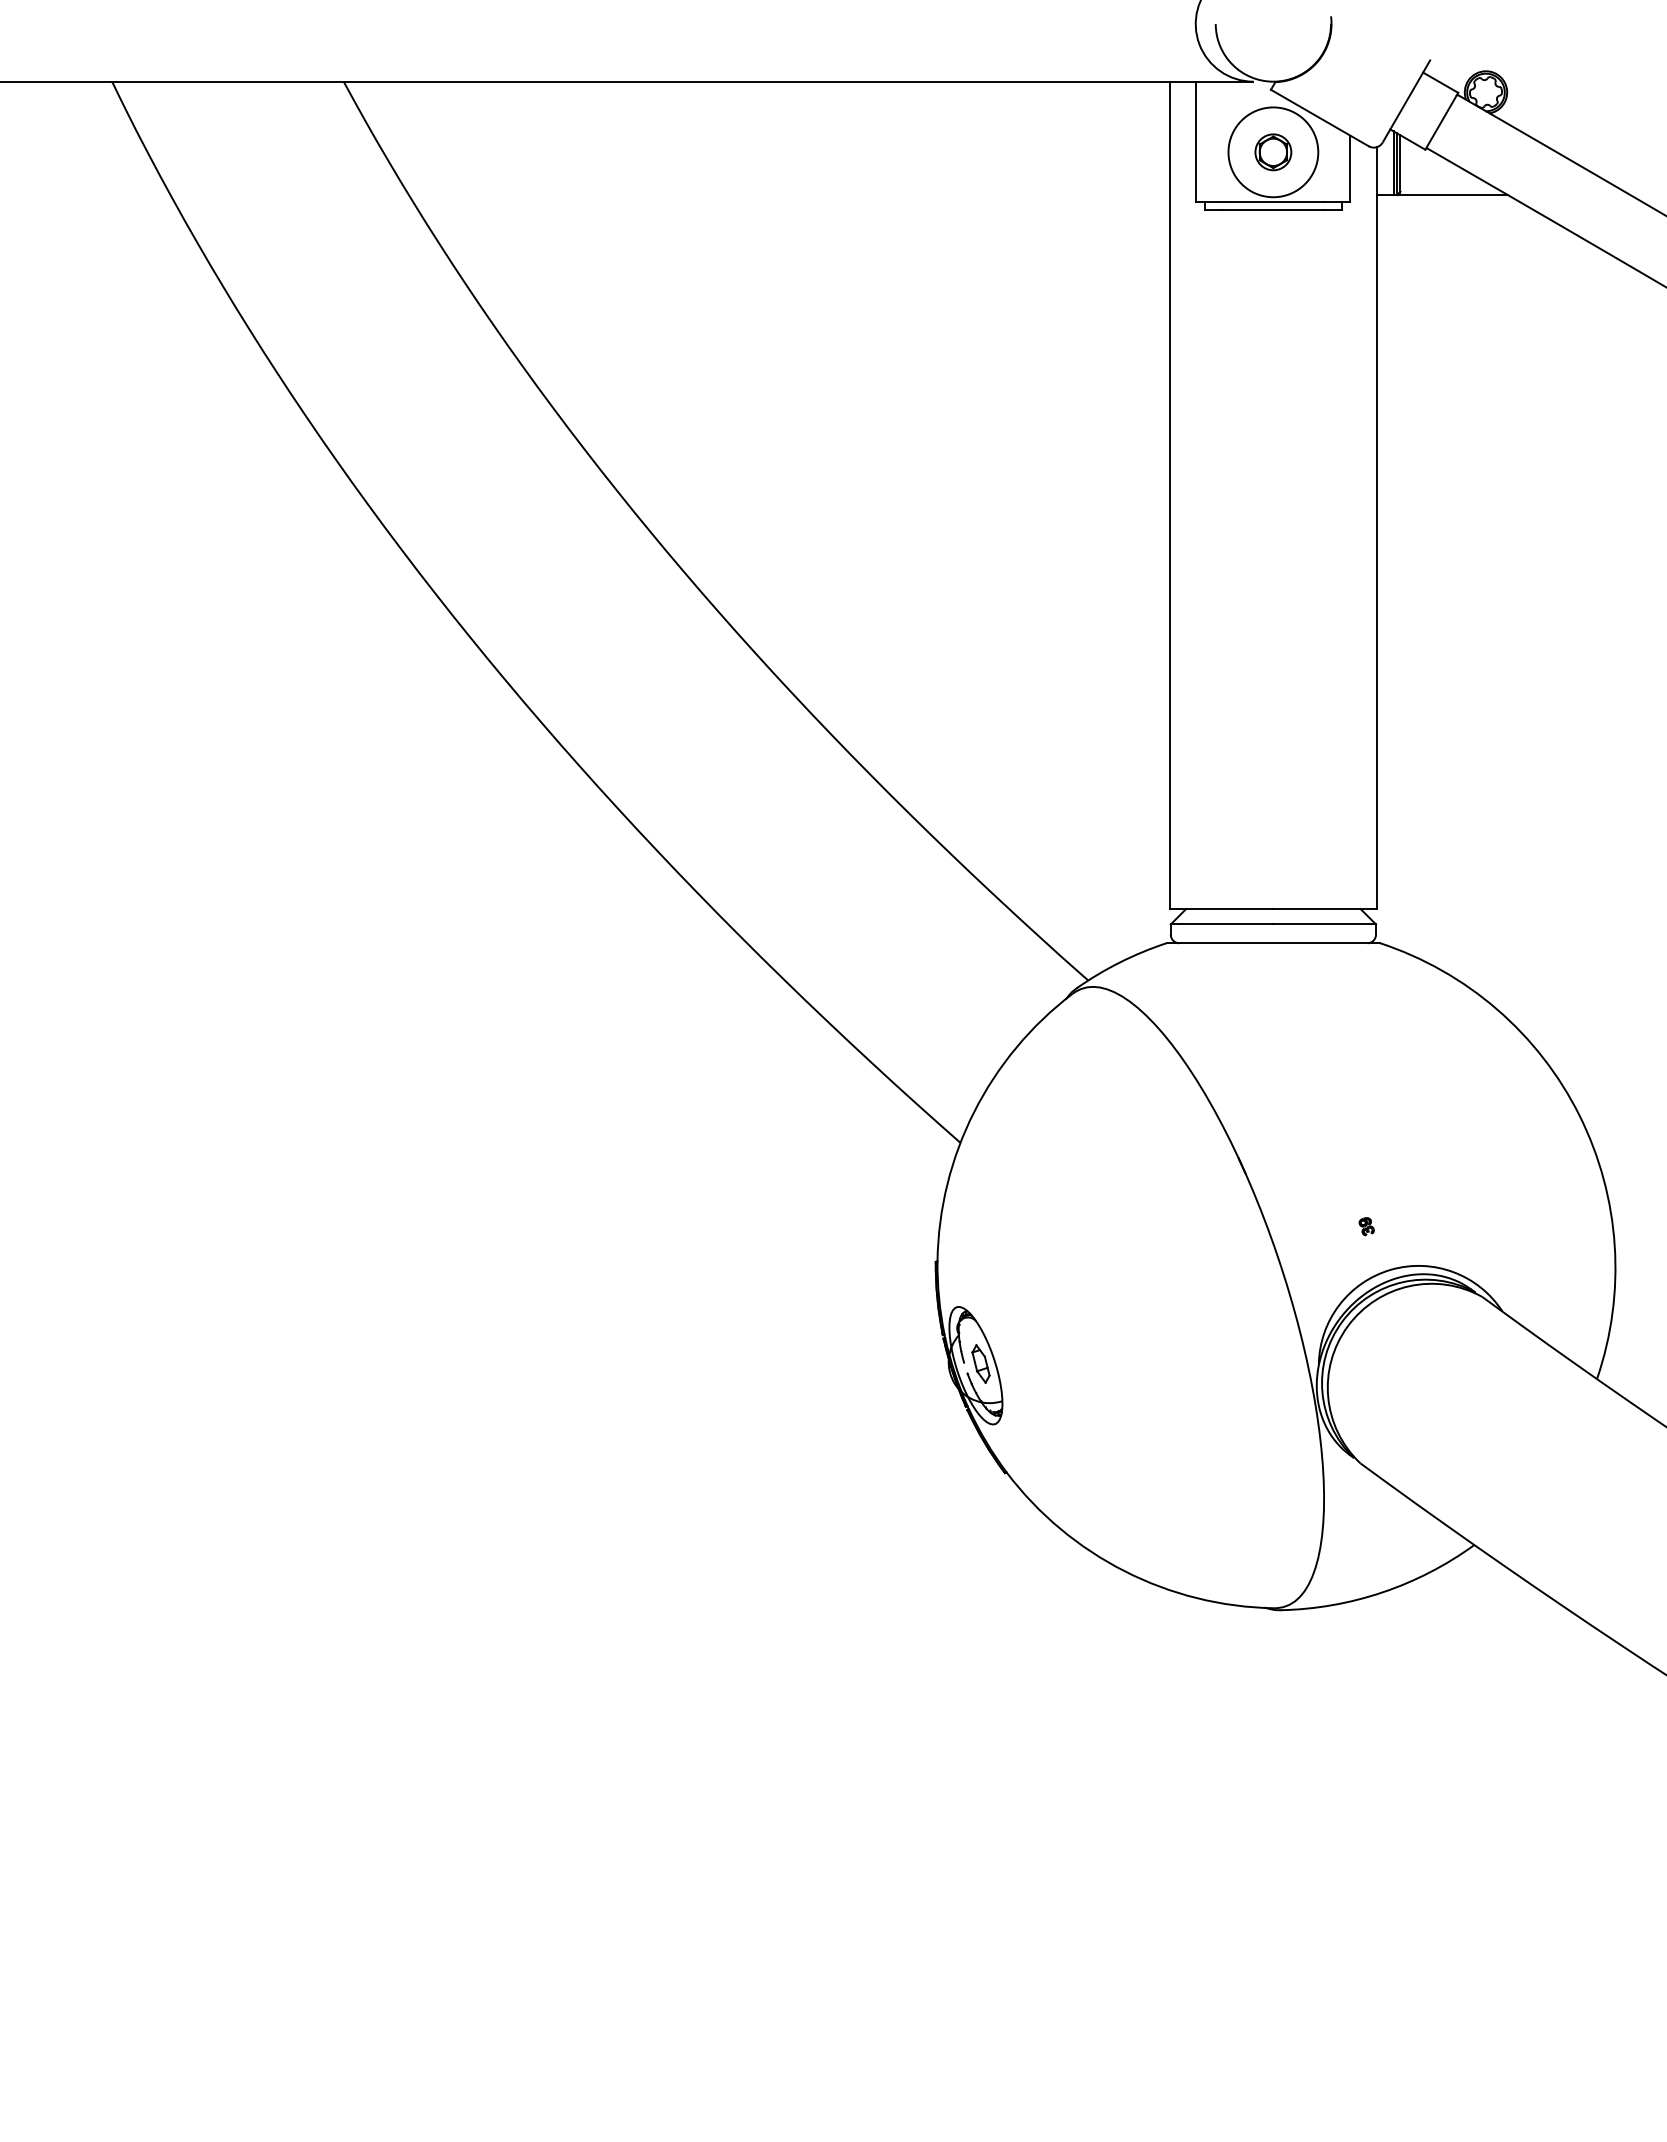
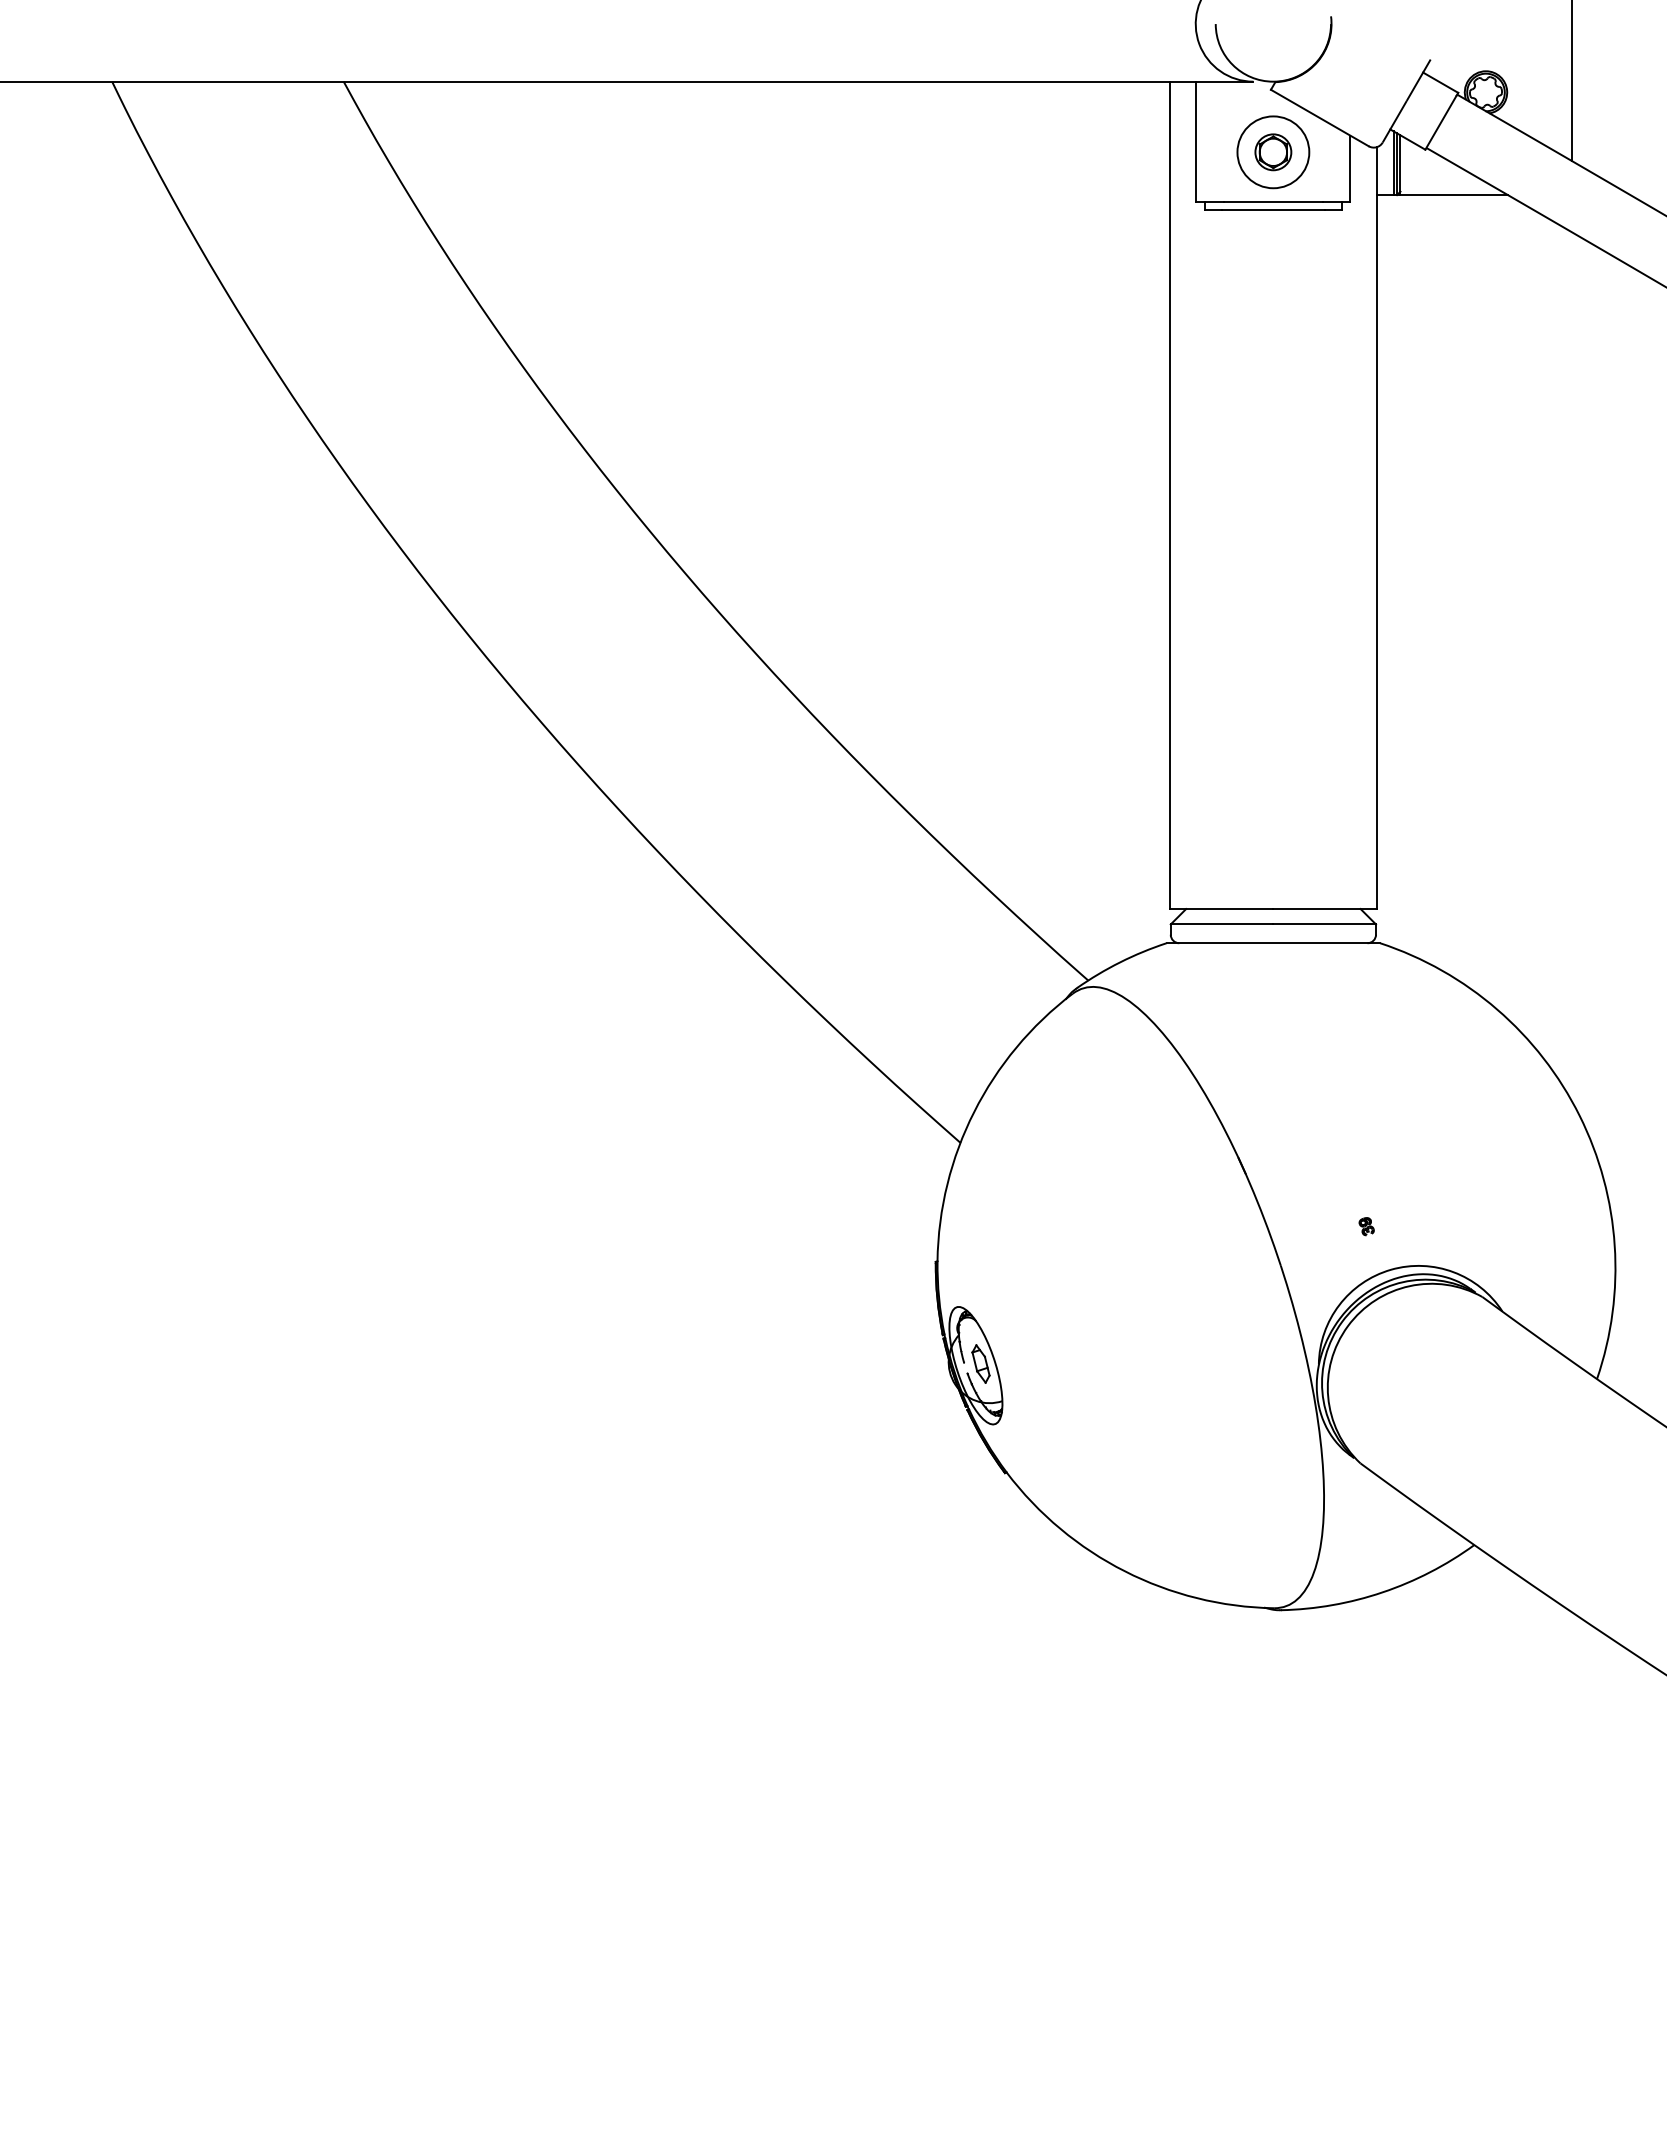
line at (1571, 81): none -> present
circle at (1273, 152) diameter: 90 px -> 72 px
